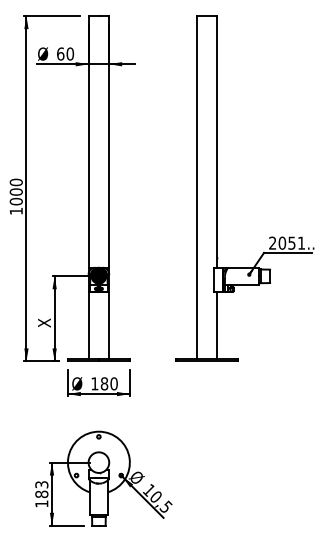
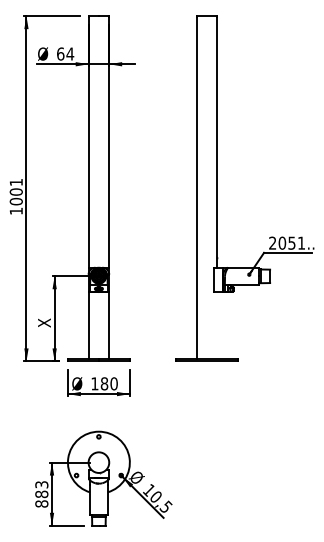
text at (70, 53): 60 -> 64
text at (15, 182): 1000 -> 1001
line at (217, 325): present -> none
text at (41, 503): 183 -> 883
